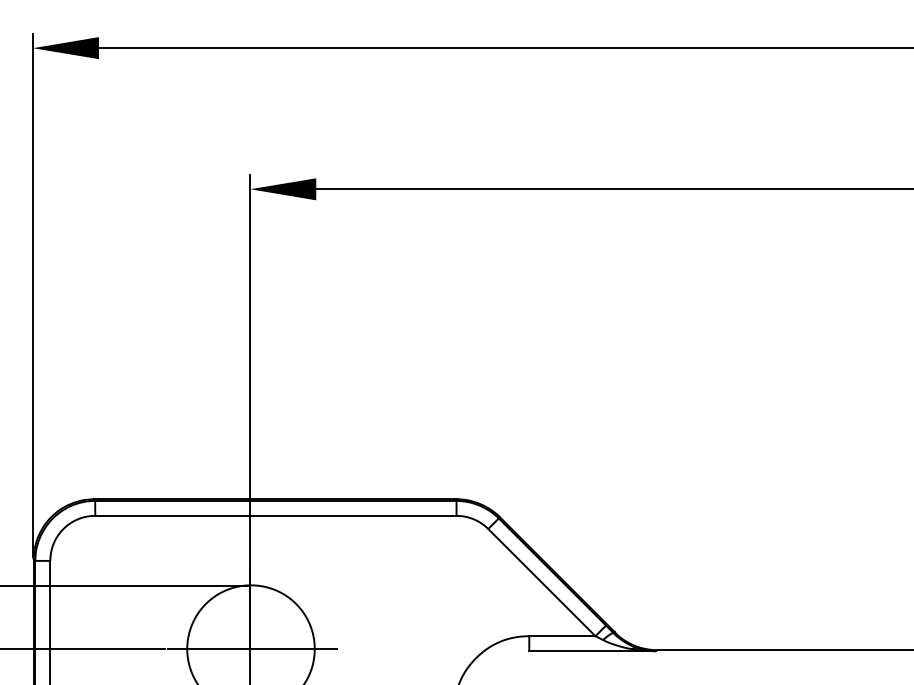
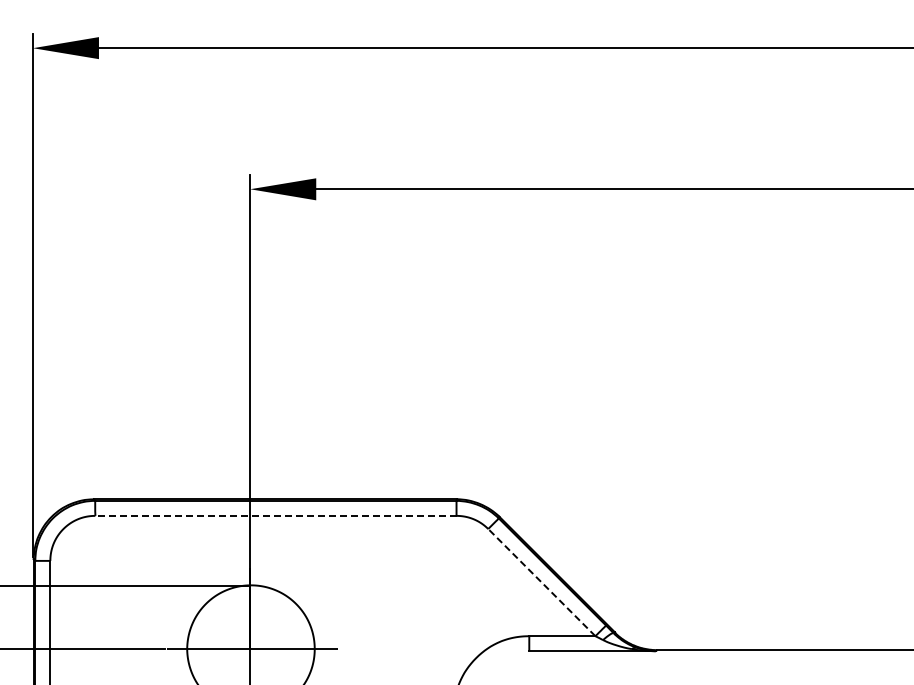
line at (275, 515): solid -> dashed
line at (541, 582): solid -> dashed
